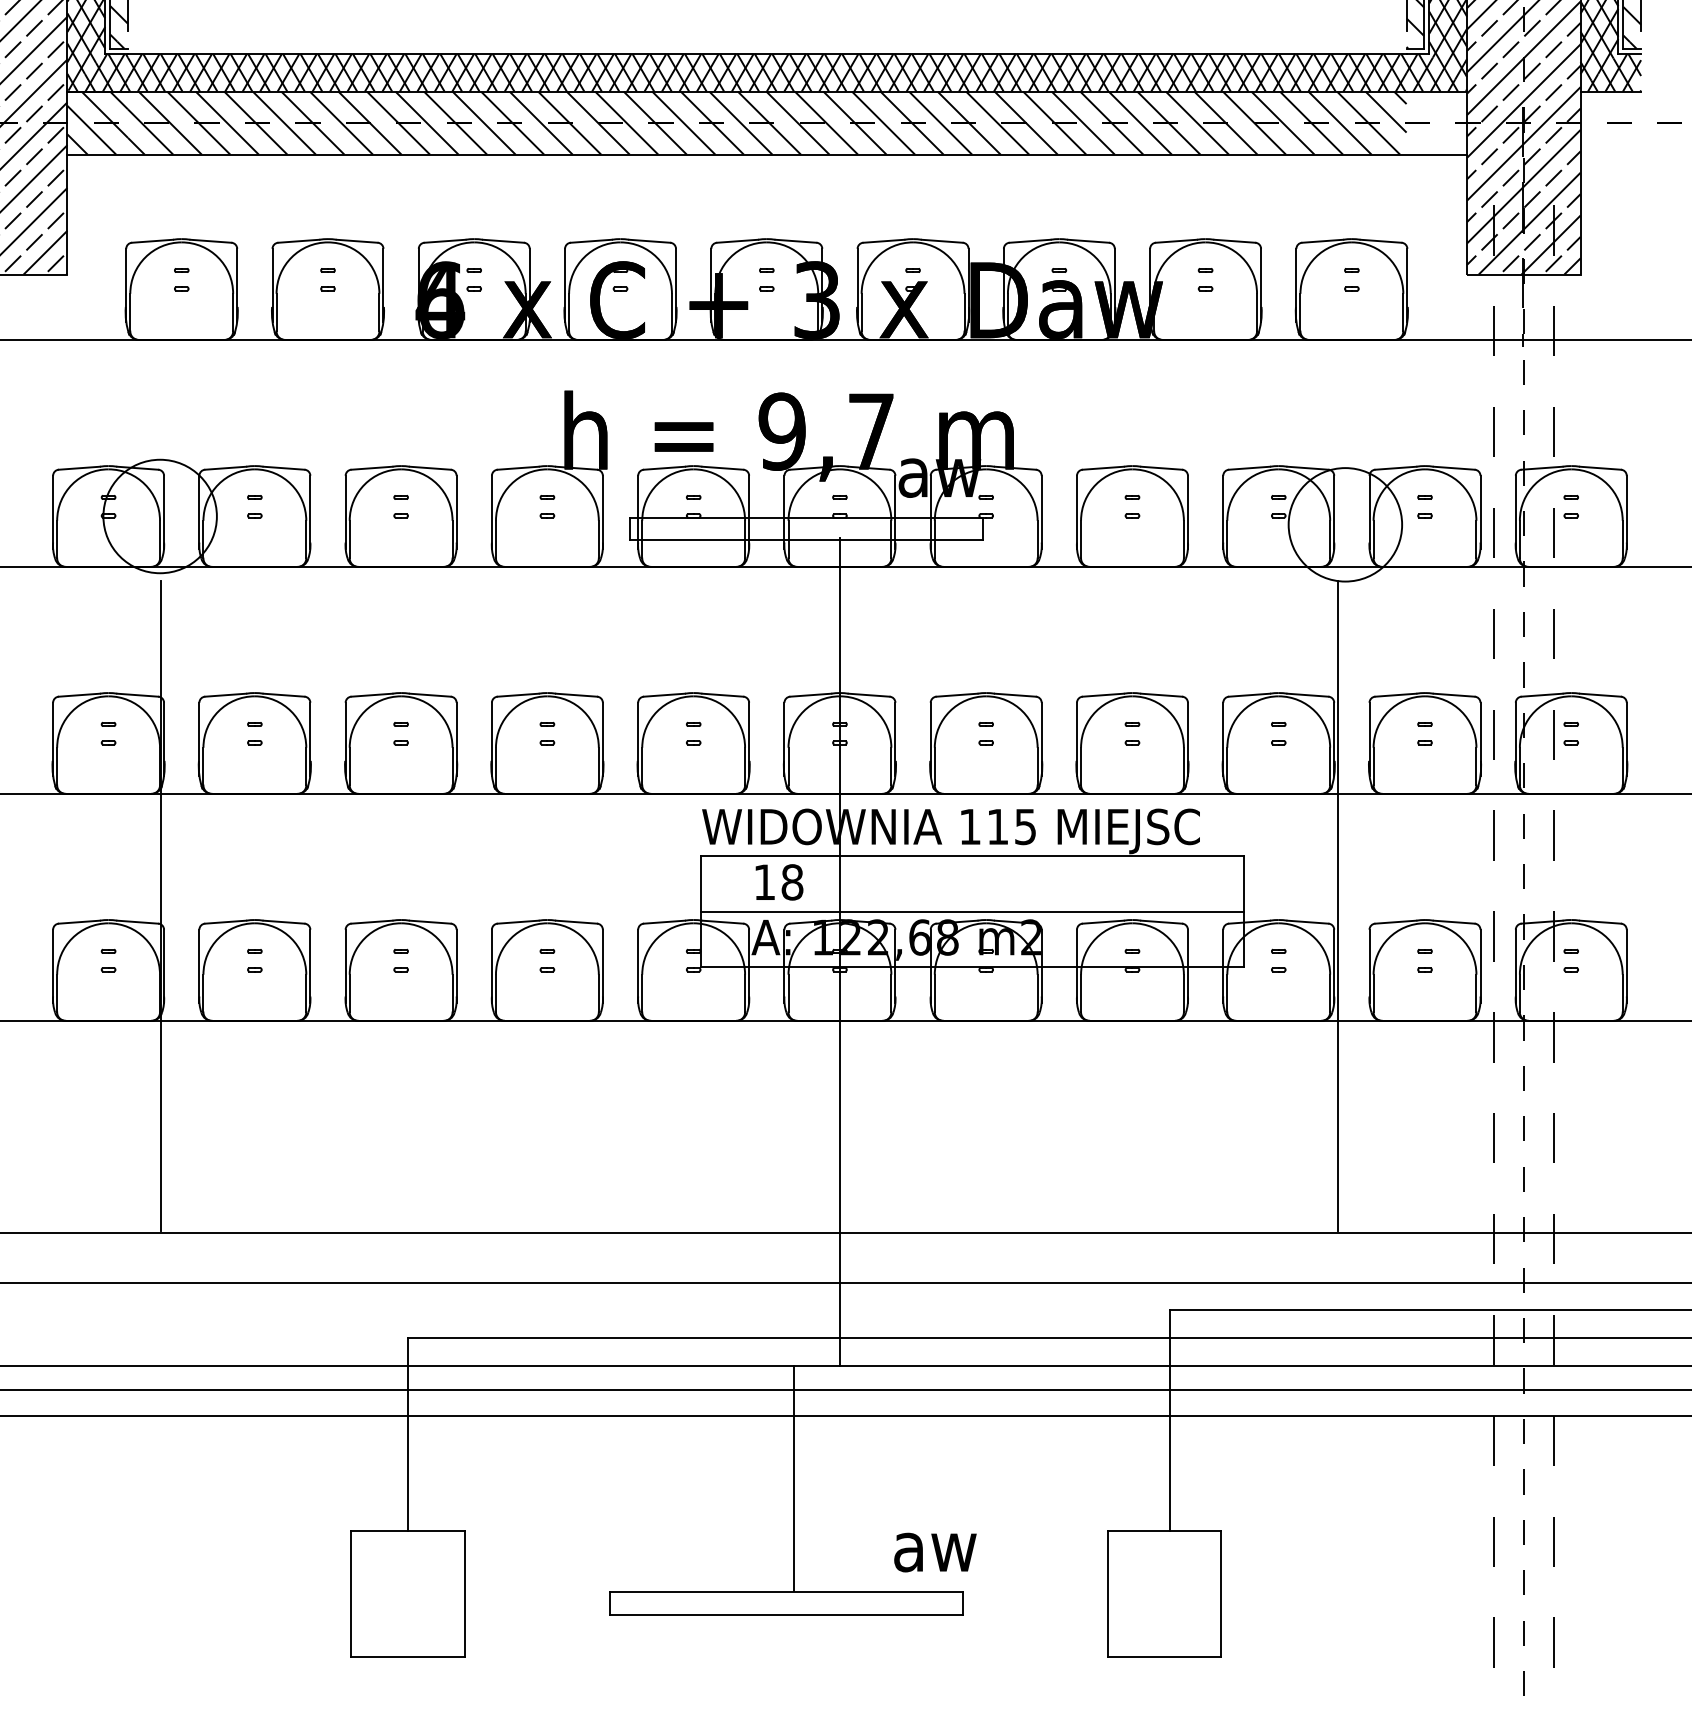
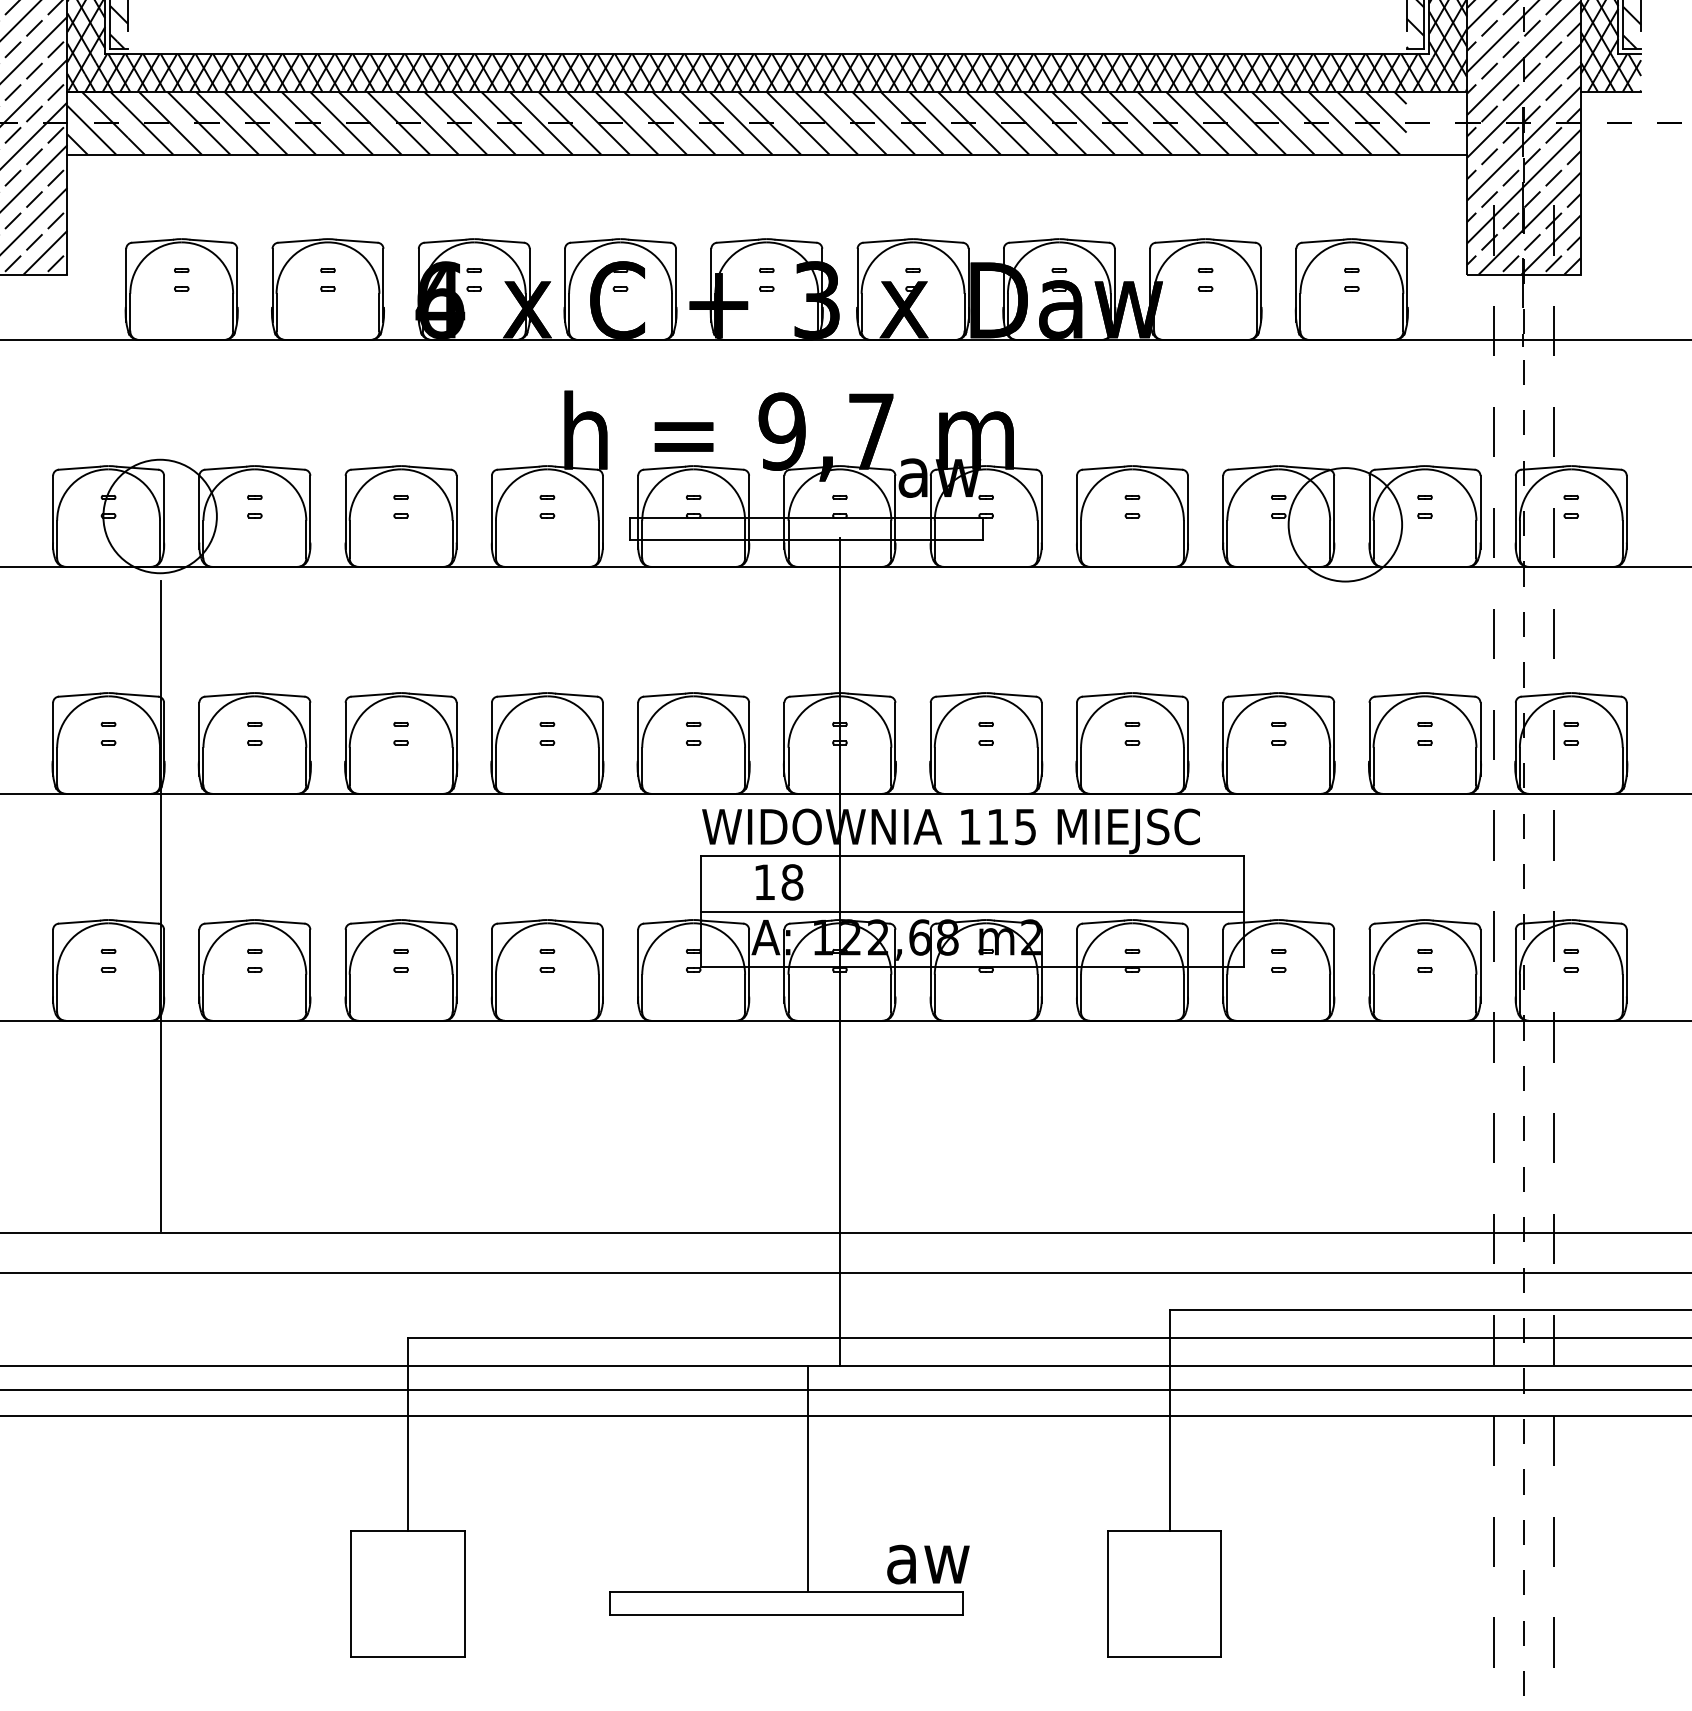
line at (1338, 905): present -> none
line at (845, 1282) position: (845, 1282) -> (845, 1272)
line at (794, 1478) position: (794, 1478) -> (808, 1478)
text at (935, 1552) position: (935, 1552) -> (928, 1564)
